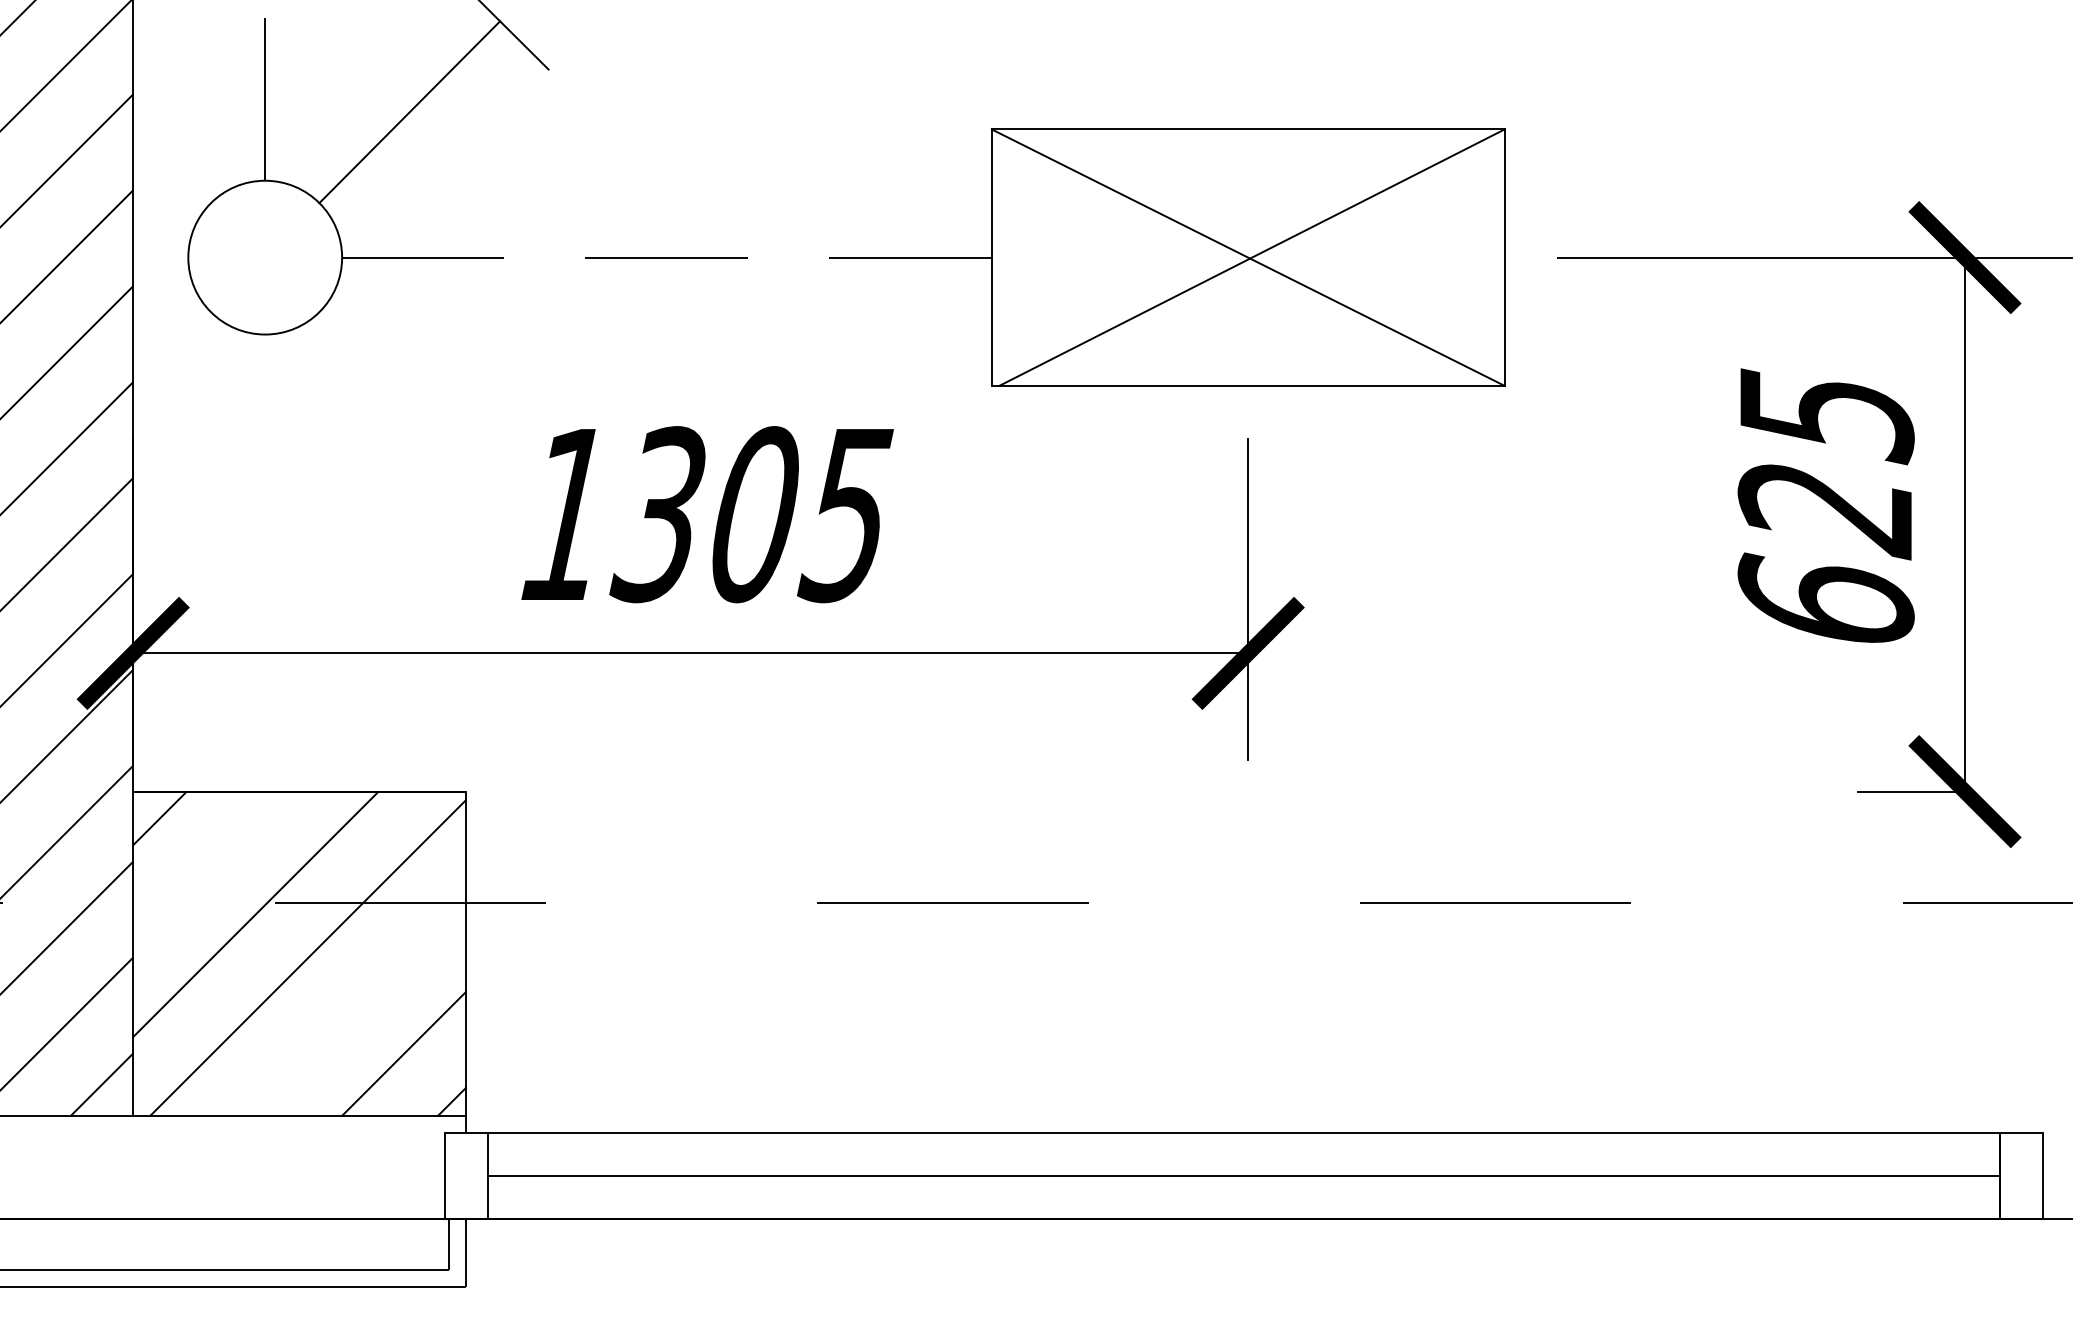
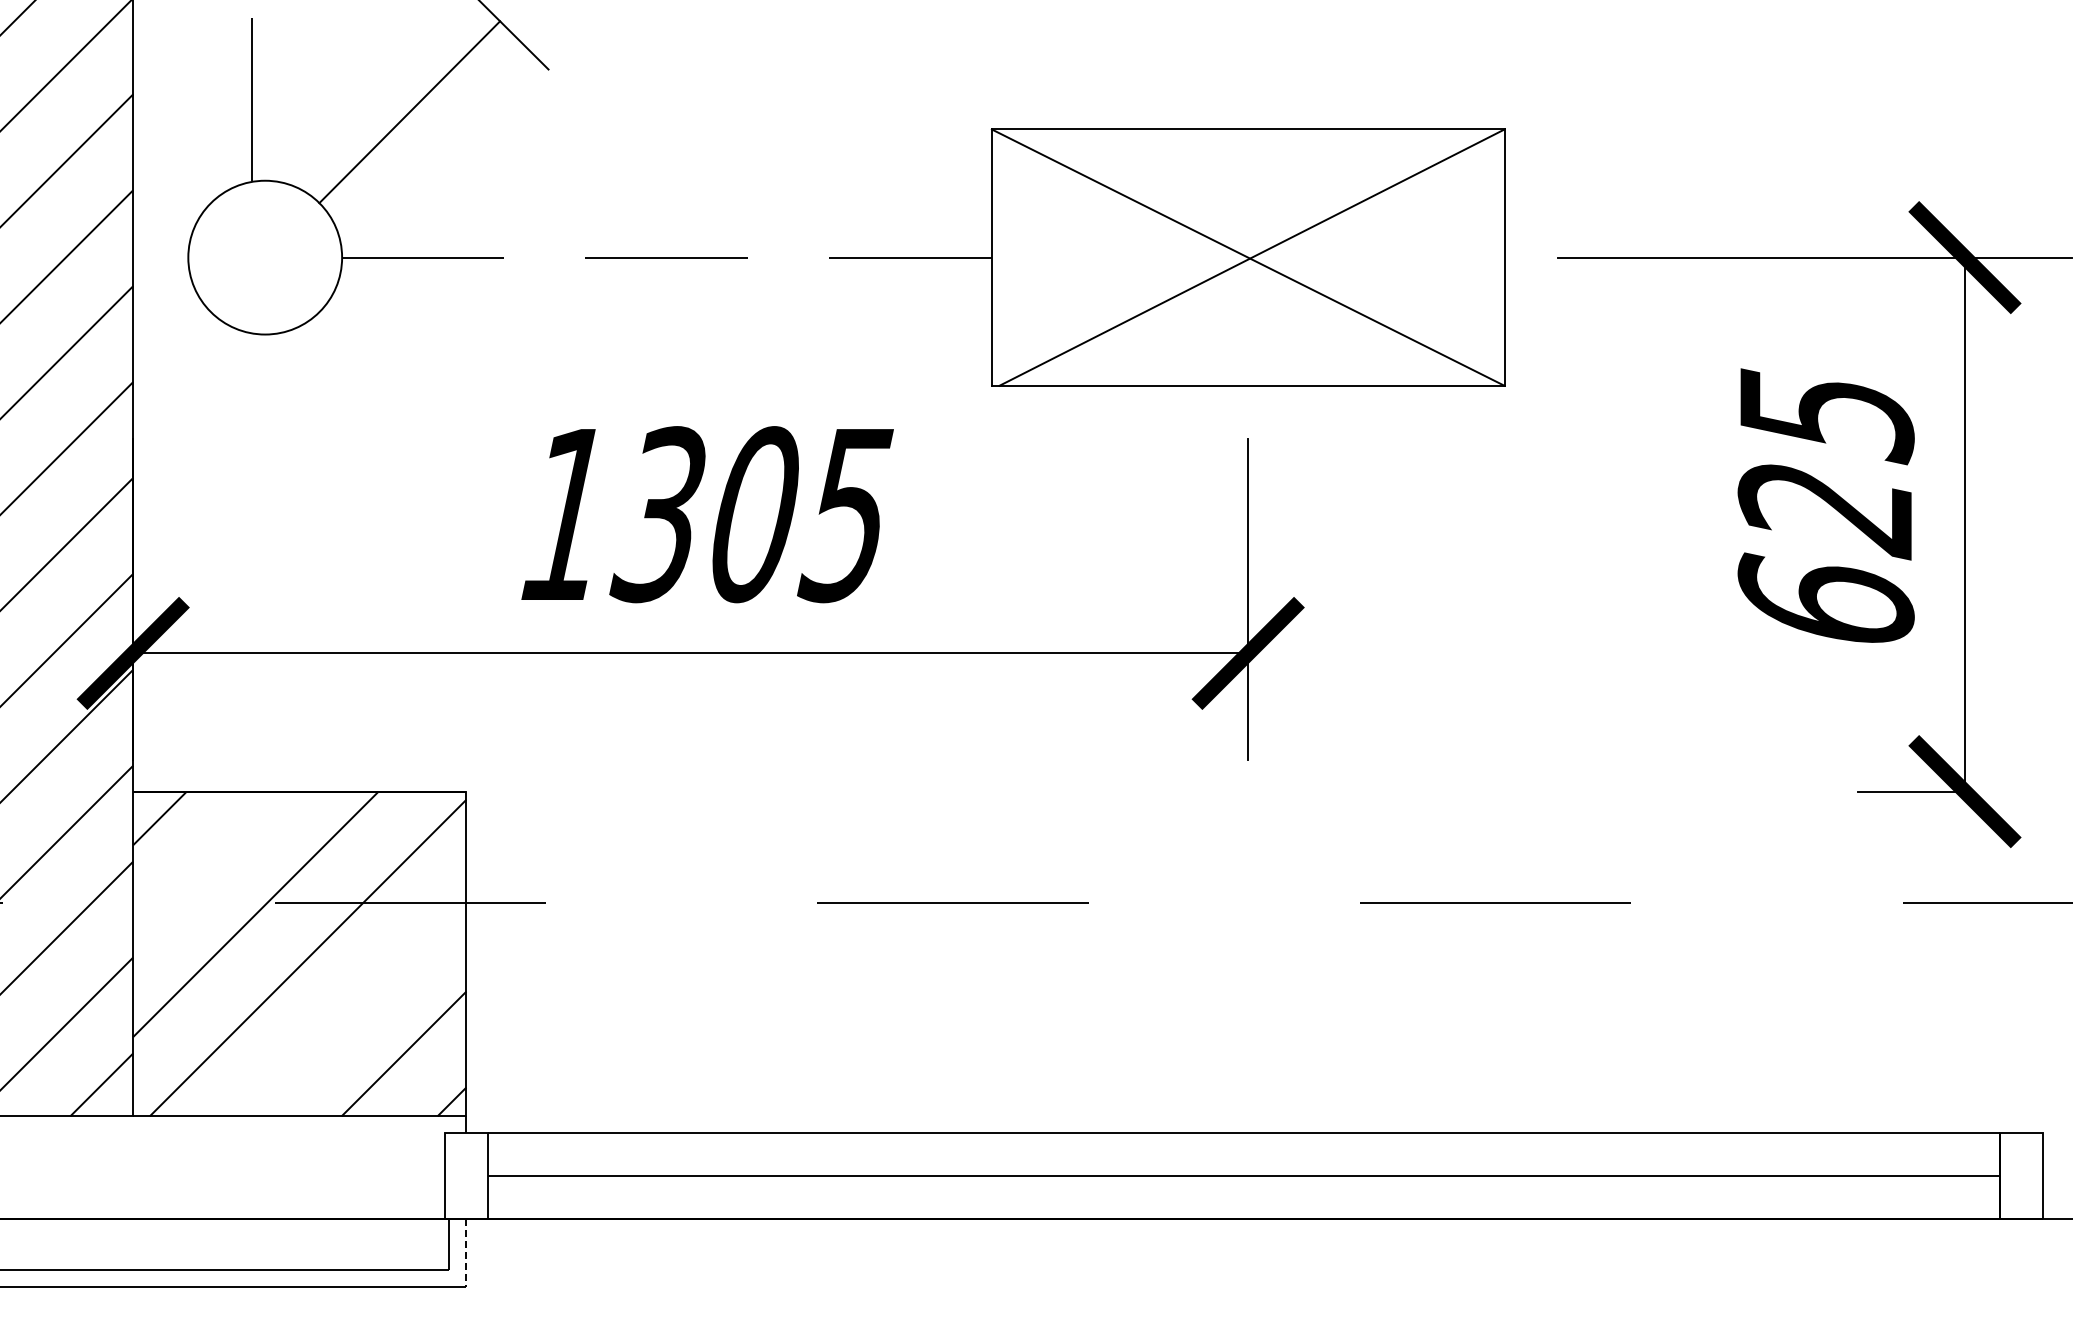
line at (265, 91) position: (265, 91) -> (252, 91)
line at (466, 1253): solid -> dashed
